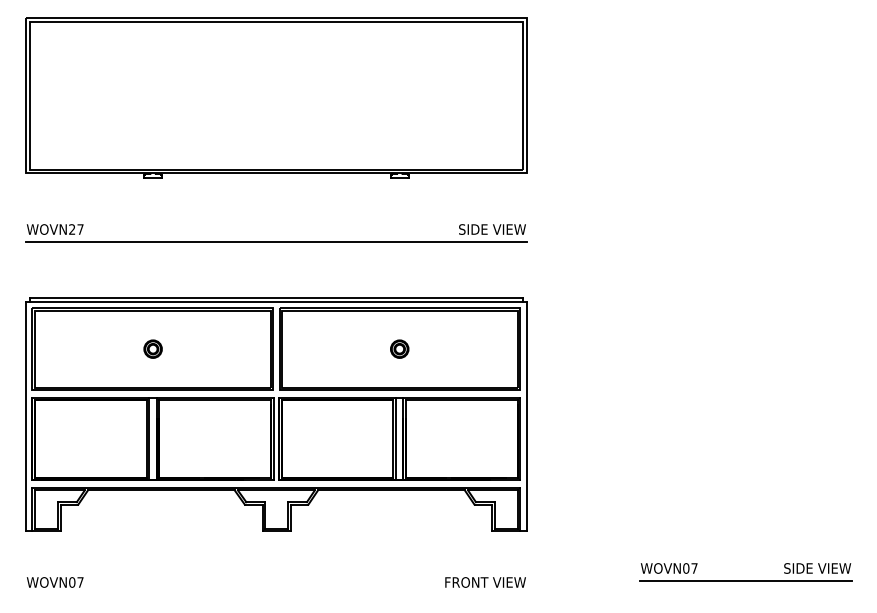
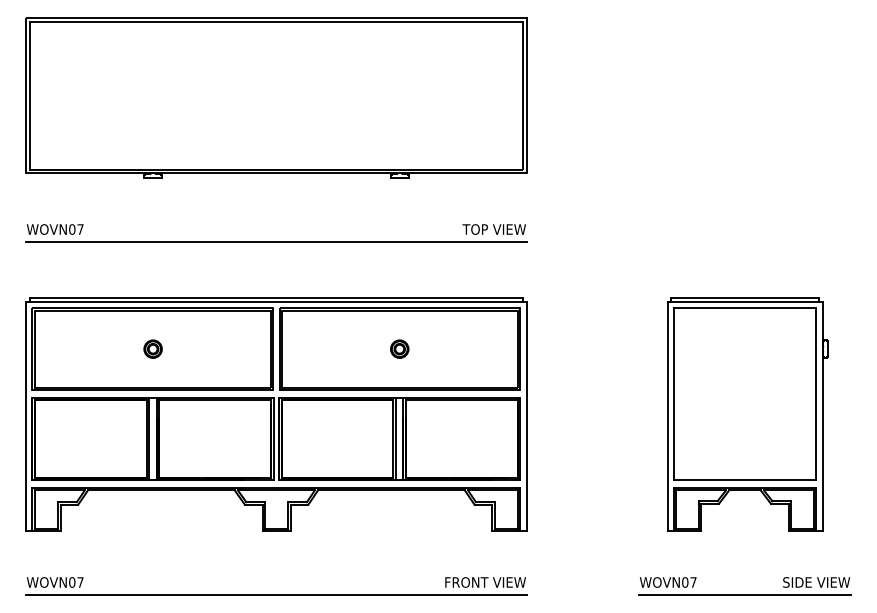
text at (72, 229): WOVN27 -> WOVN07
text at (473, 229): SIDE VIEW -> TOP VIEW
part at (747, 414): none -> present
part at (745, 580) position: (745, 580) -> (744, 594)
line at (276, 594): none -> present
